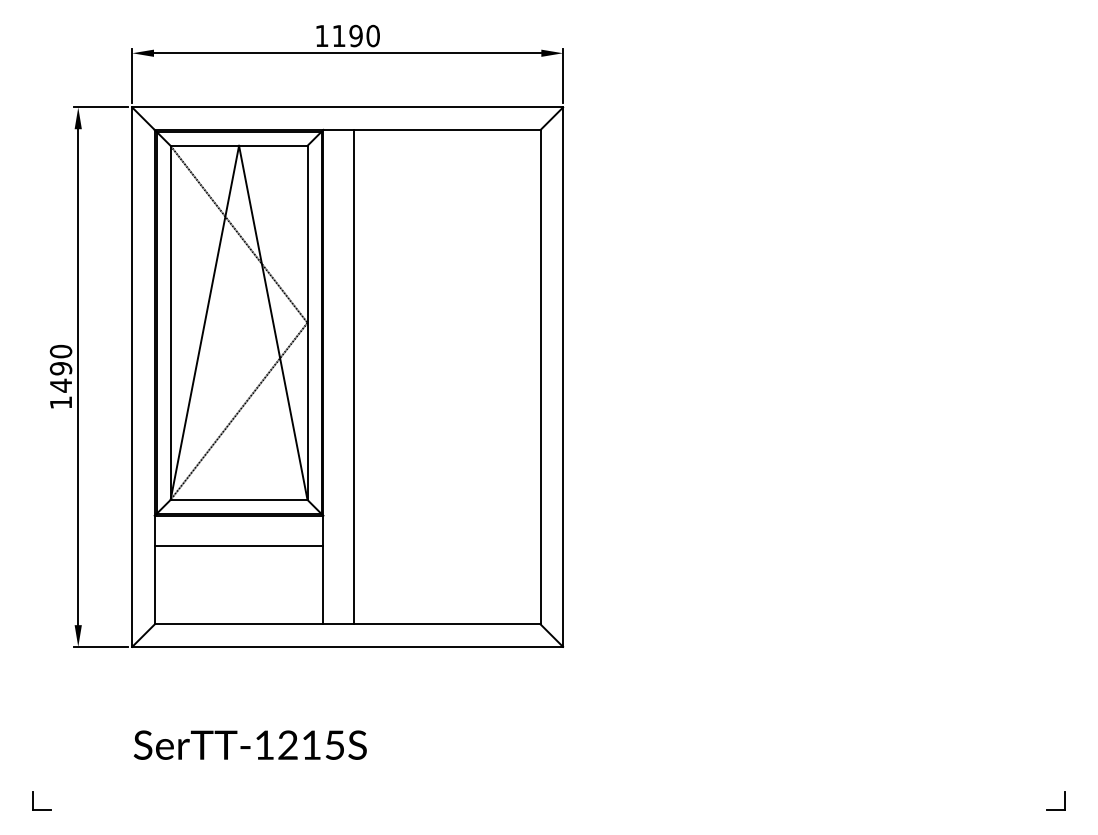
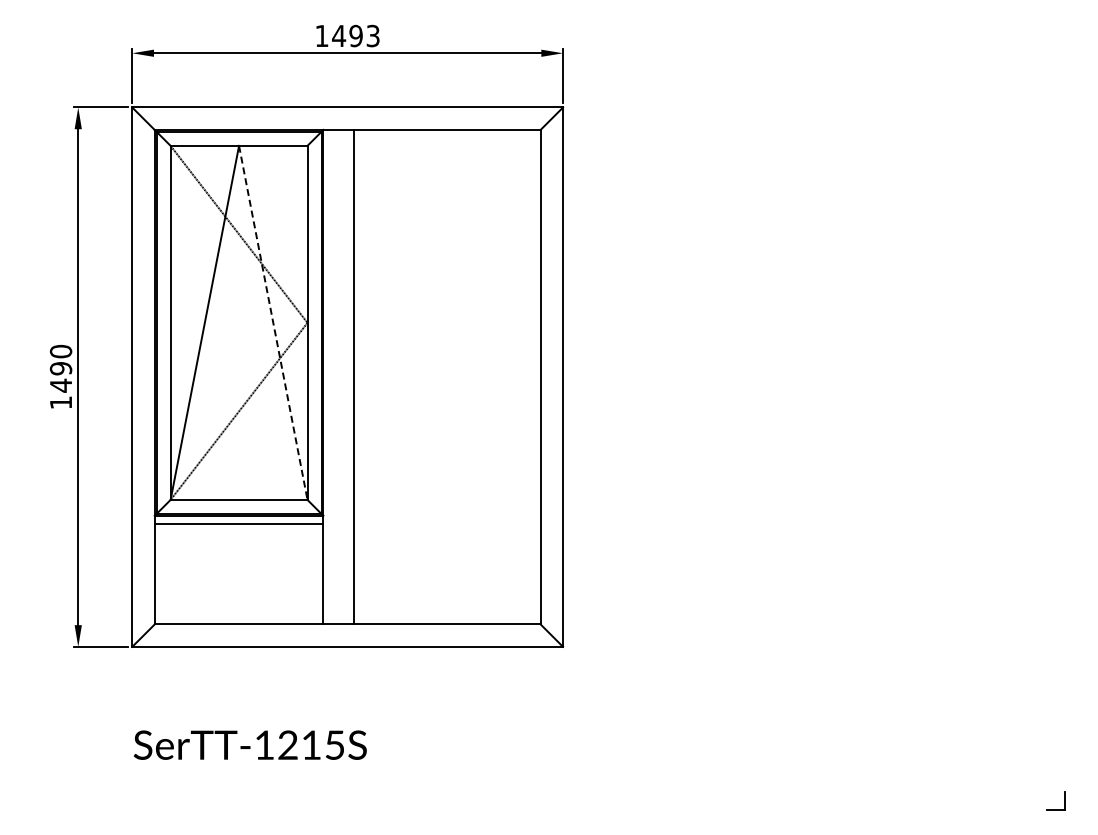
text at (355, 35): 1190 -> 1493
line at (273, 323): solid -> dashed
line at (238, 546) position: (238, 546) -> (238, 524)
part at (33, 800): present -> none
